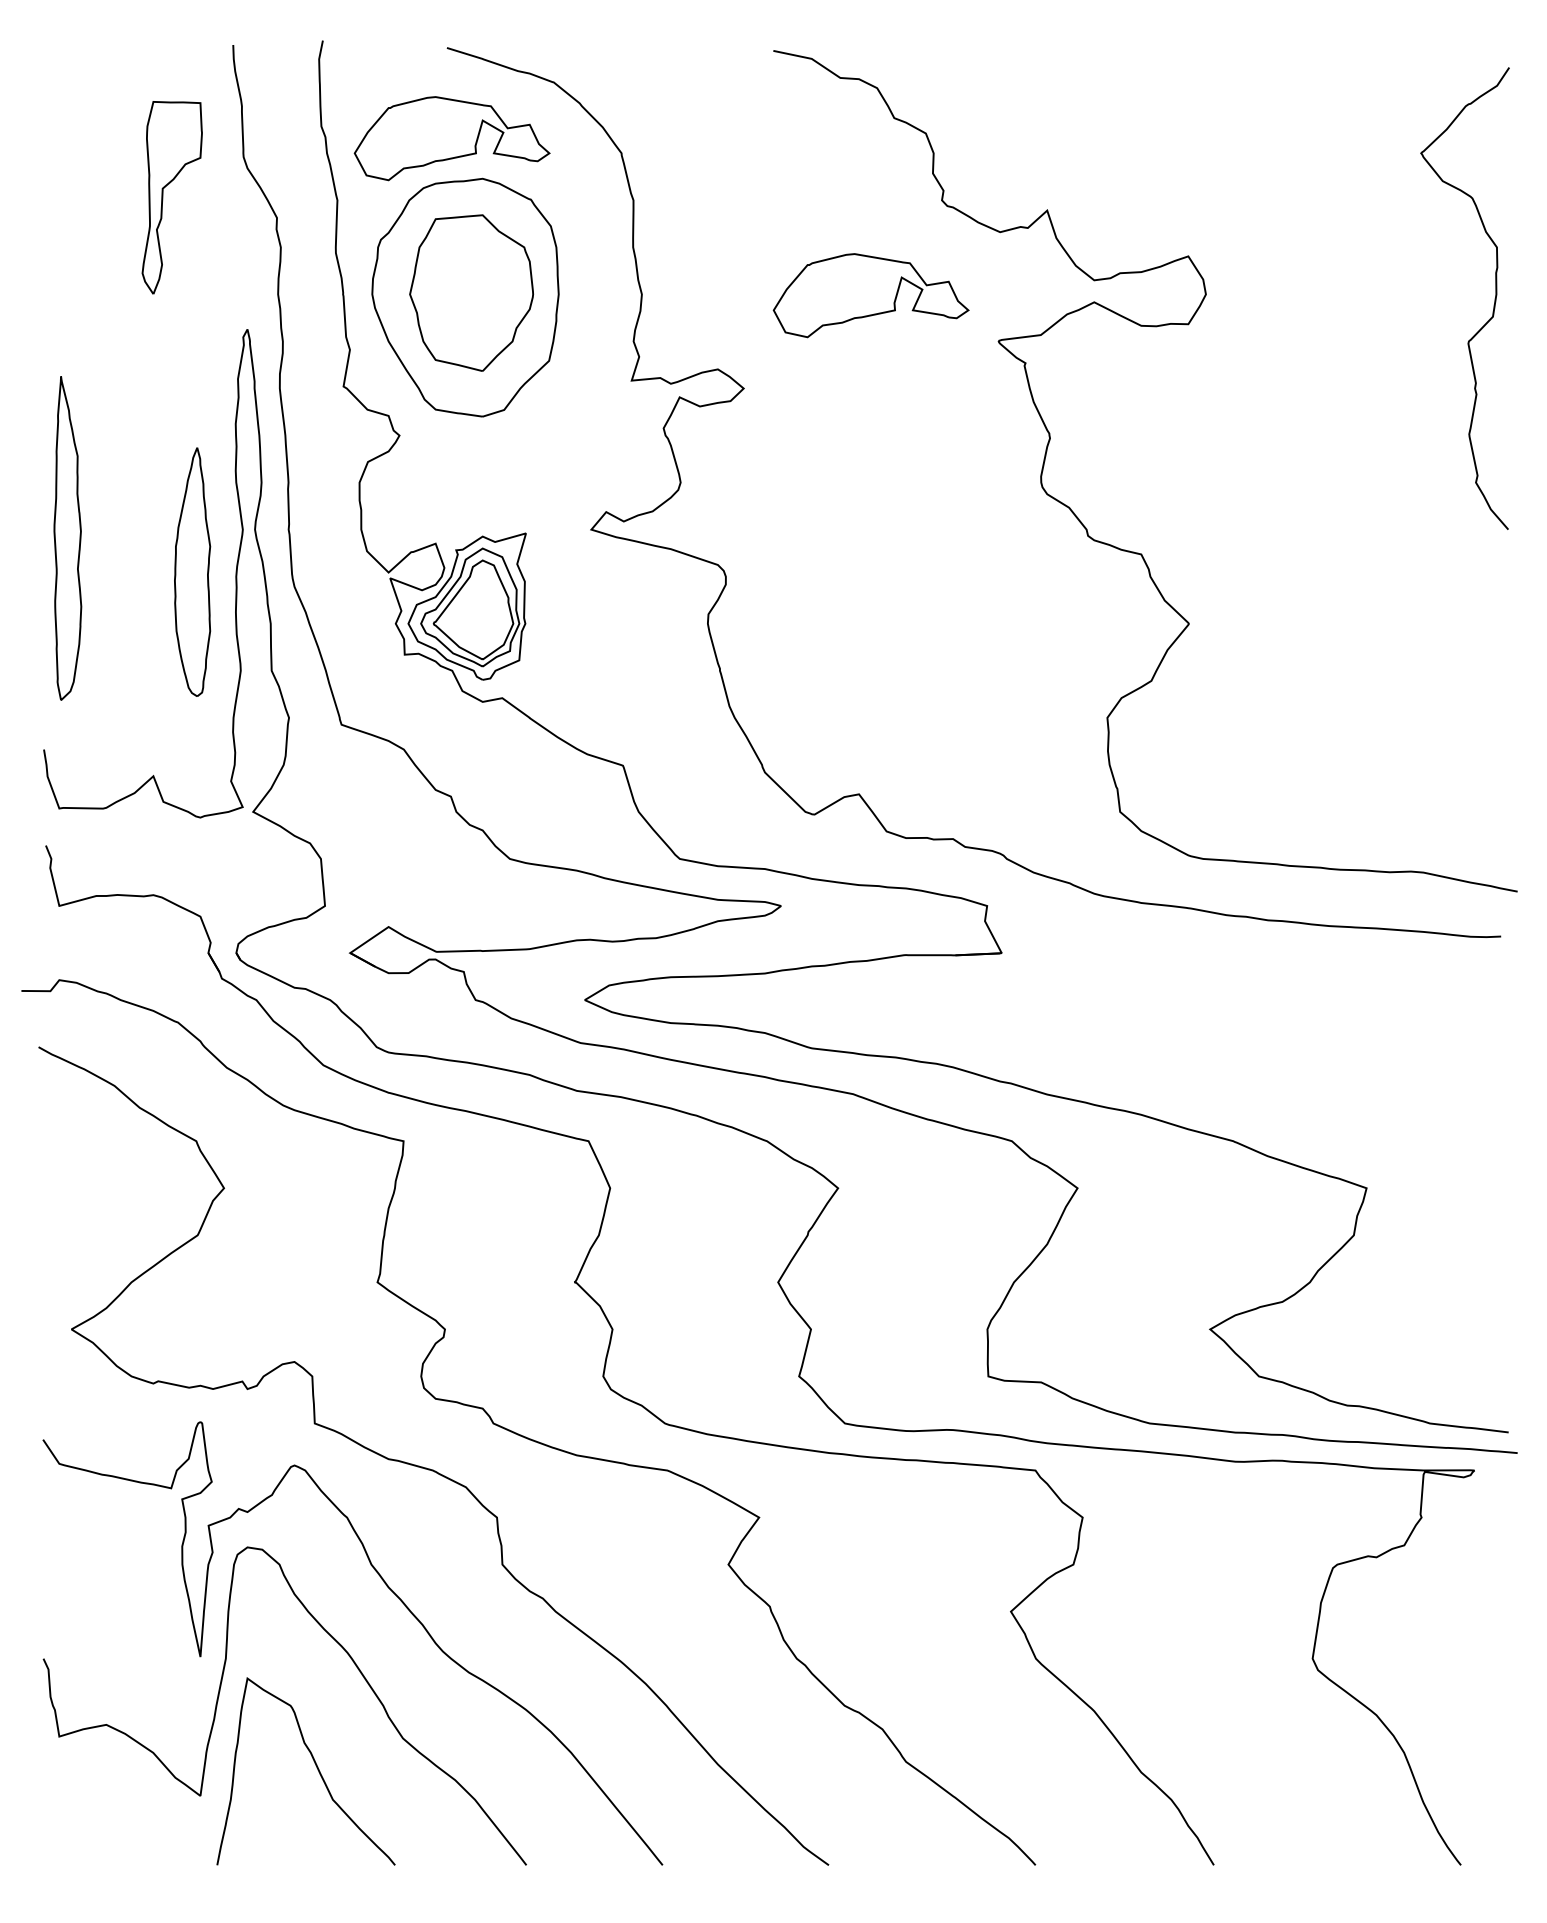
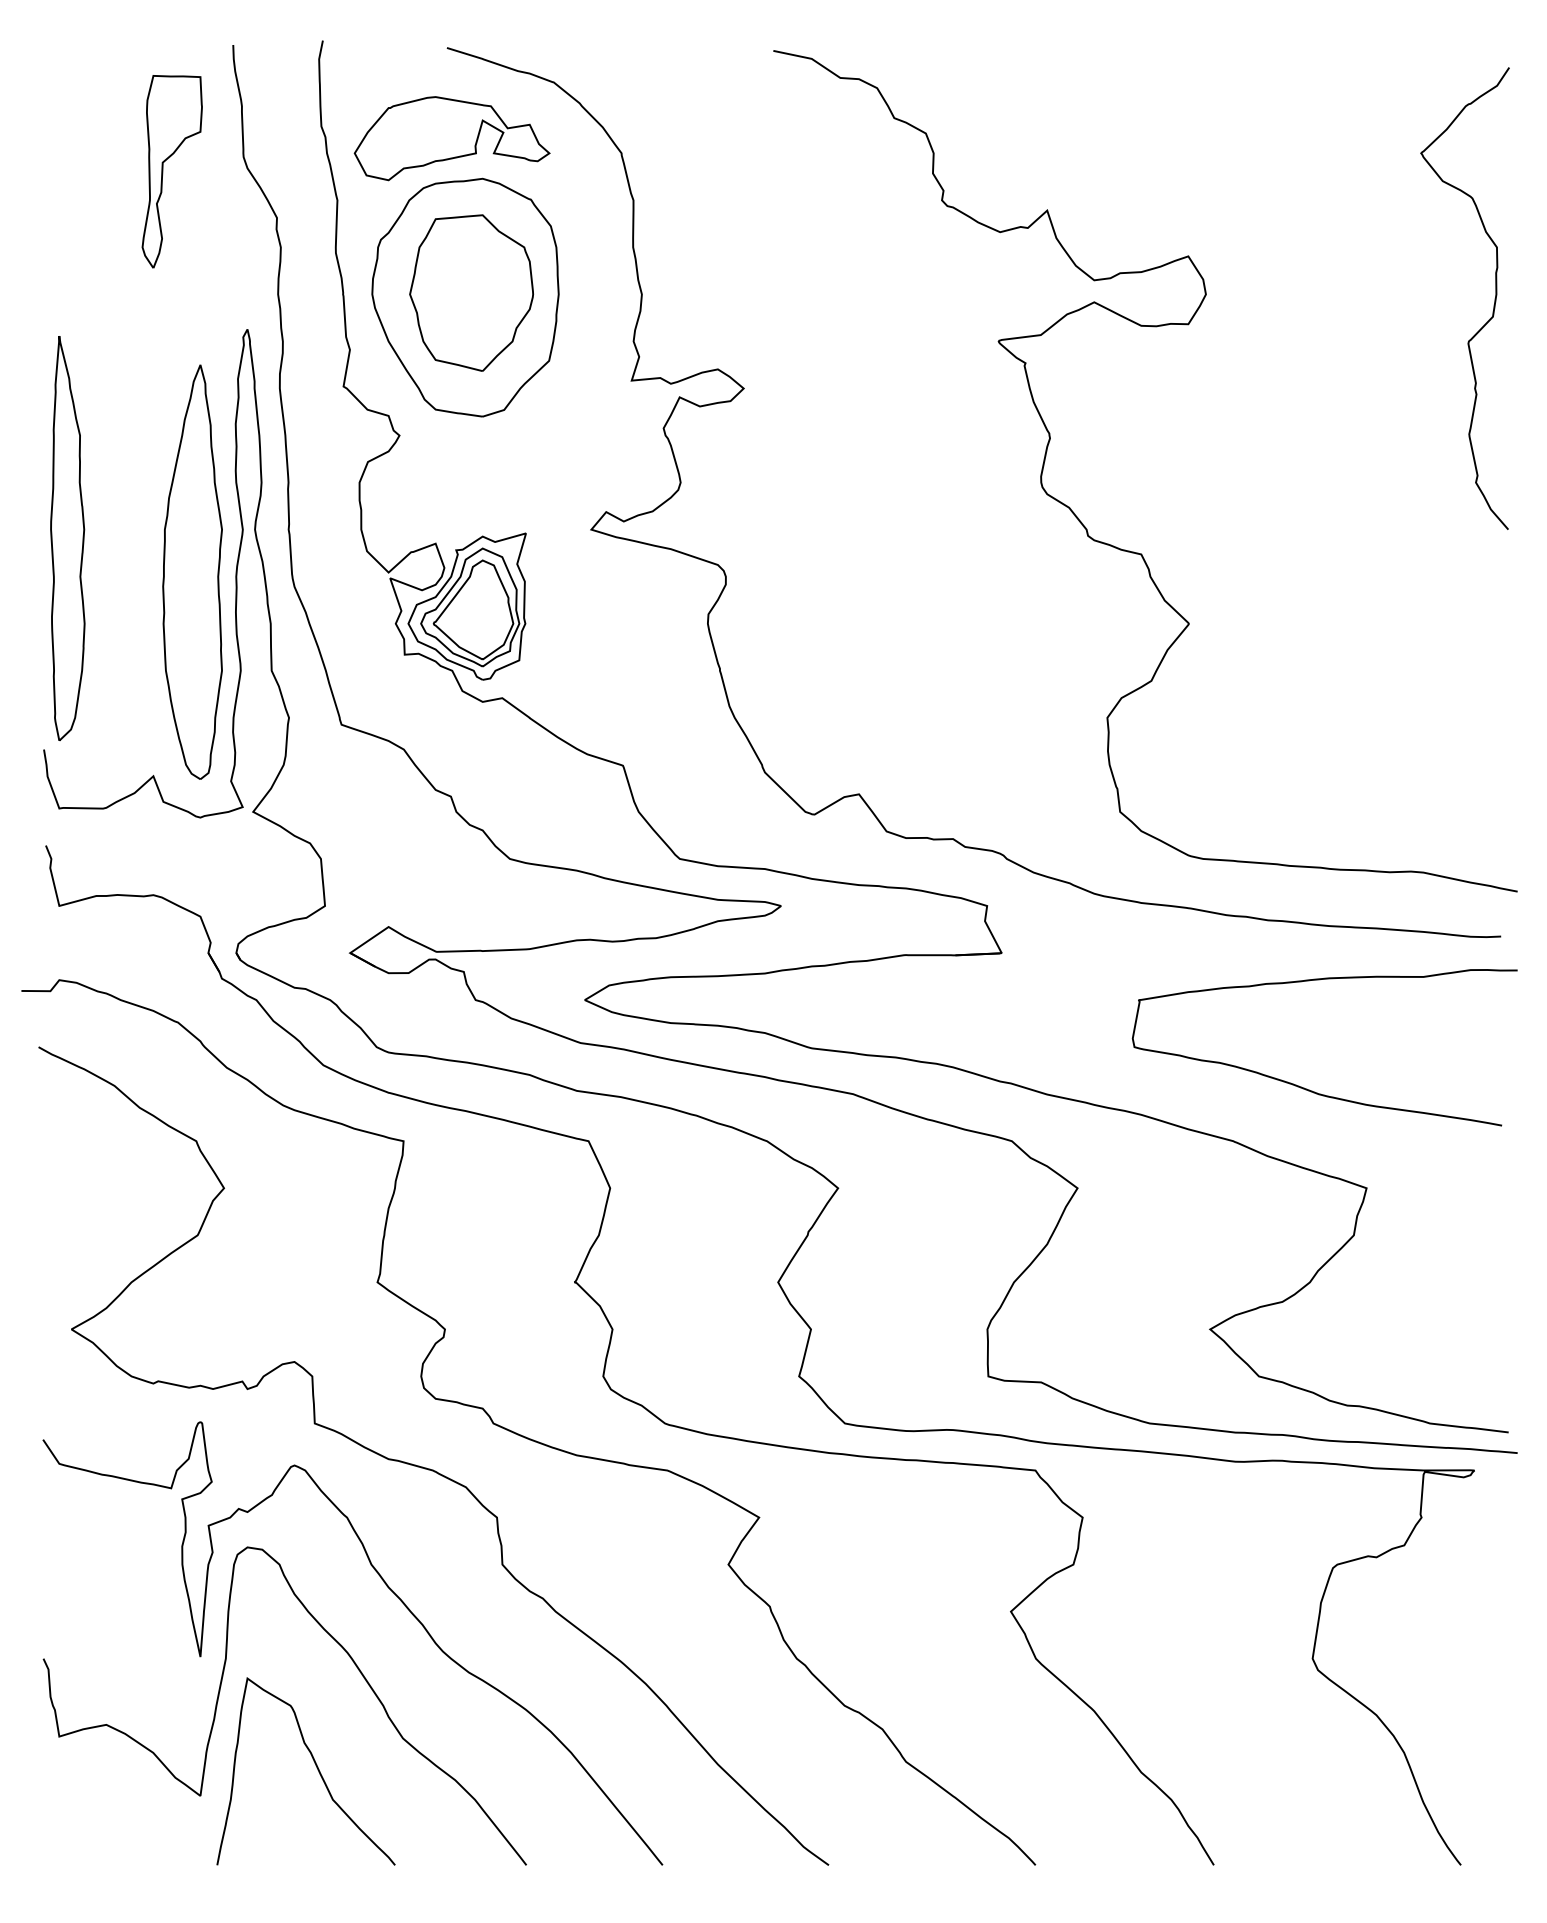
part at (163, 197) position: (163, 197) -> (163, 171)
part at (870, 295): present -> none
part at (67, 538) size: 30x325 px -> 36x405 px
part at (192, 571) size: 38x250 px -> 61x416 px
curve at (1309, 1089): none -> present
